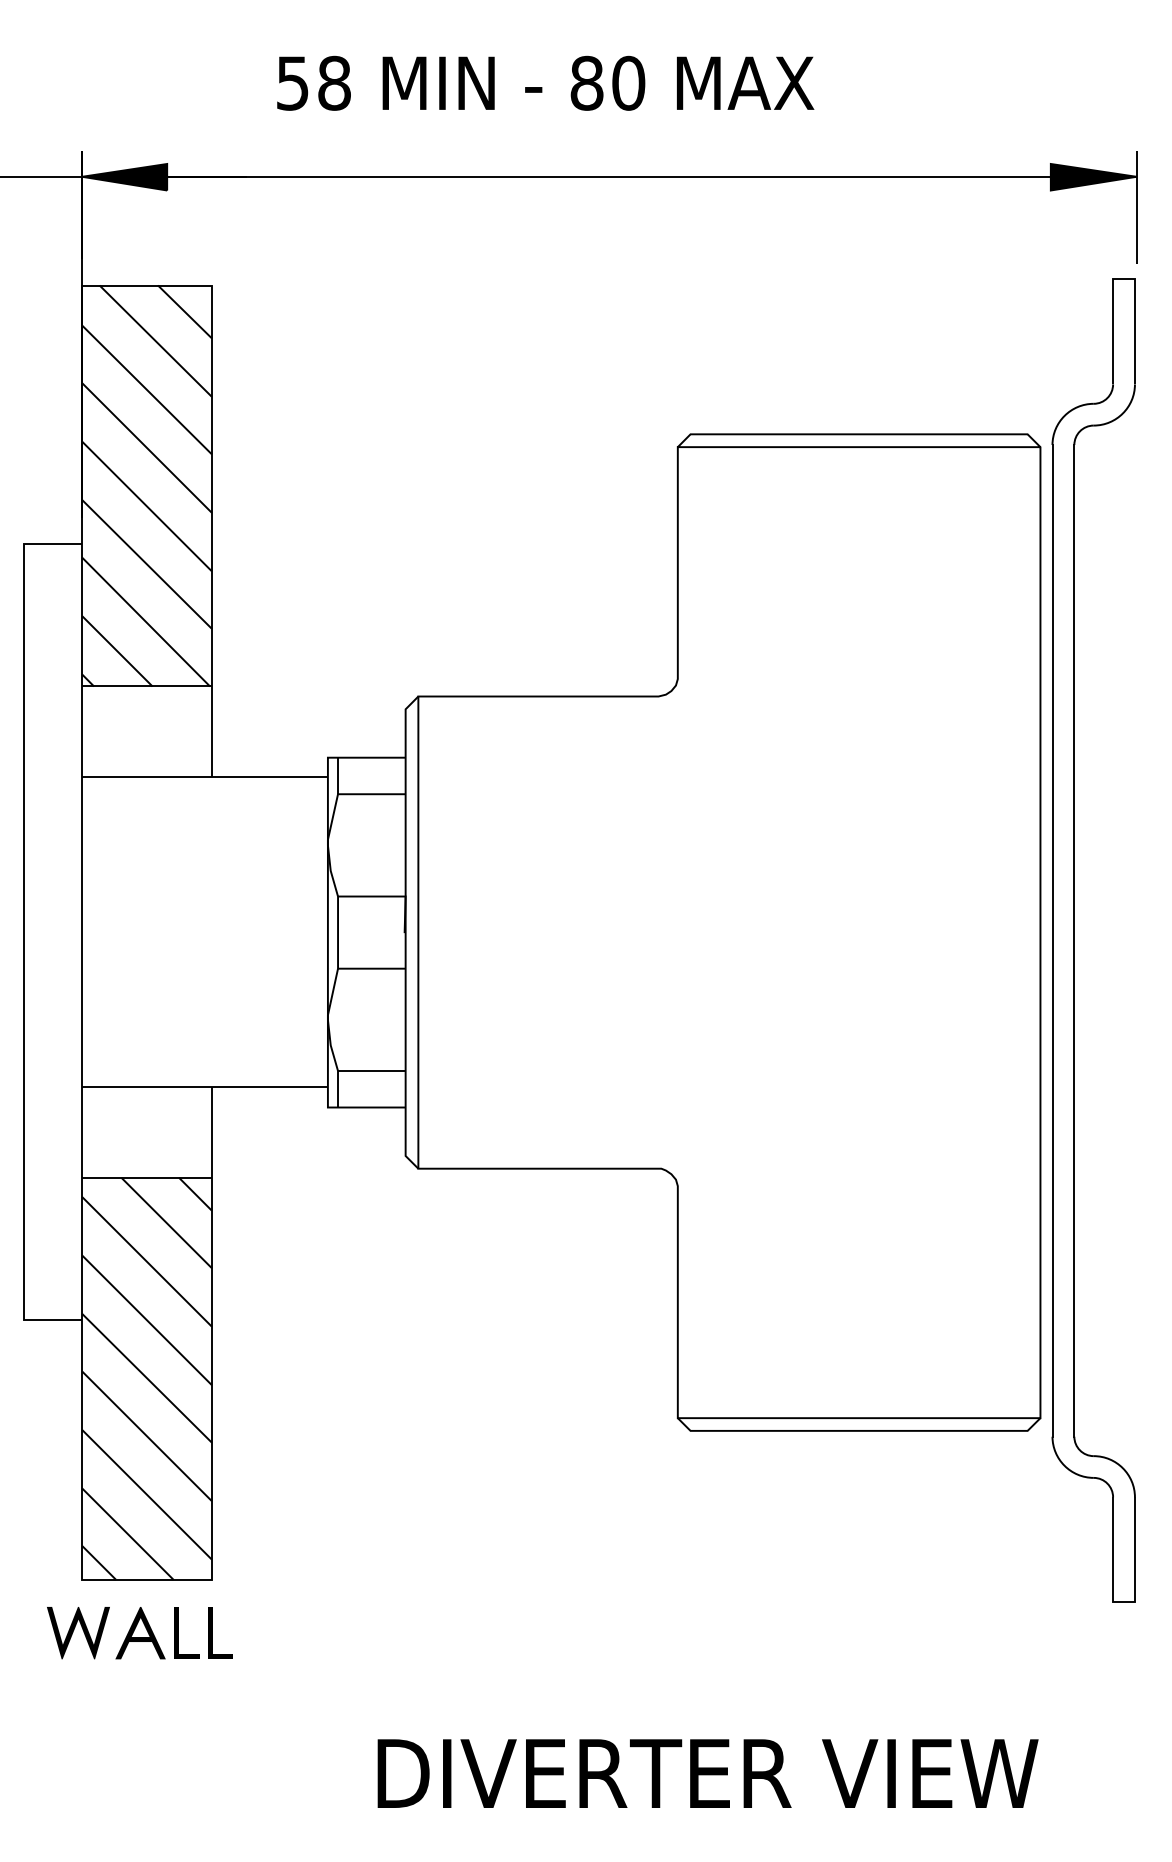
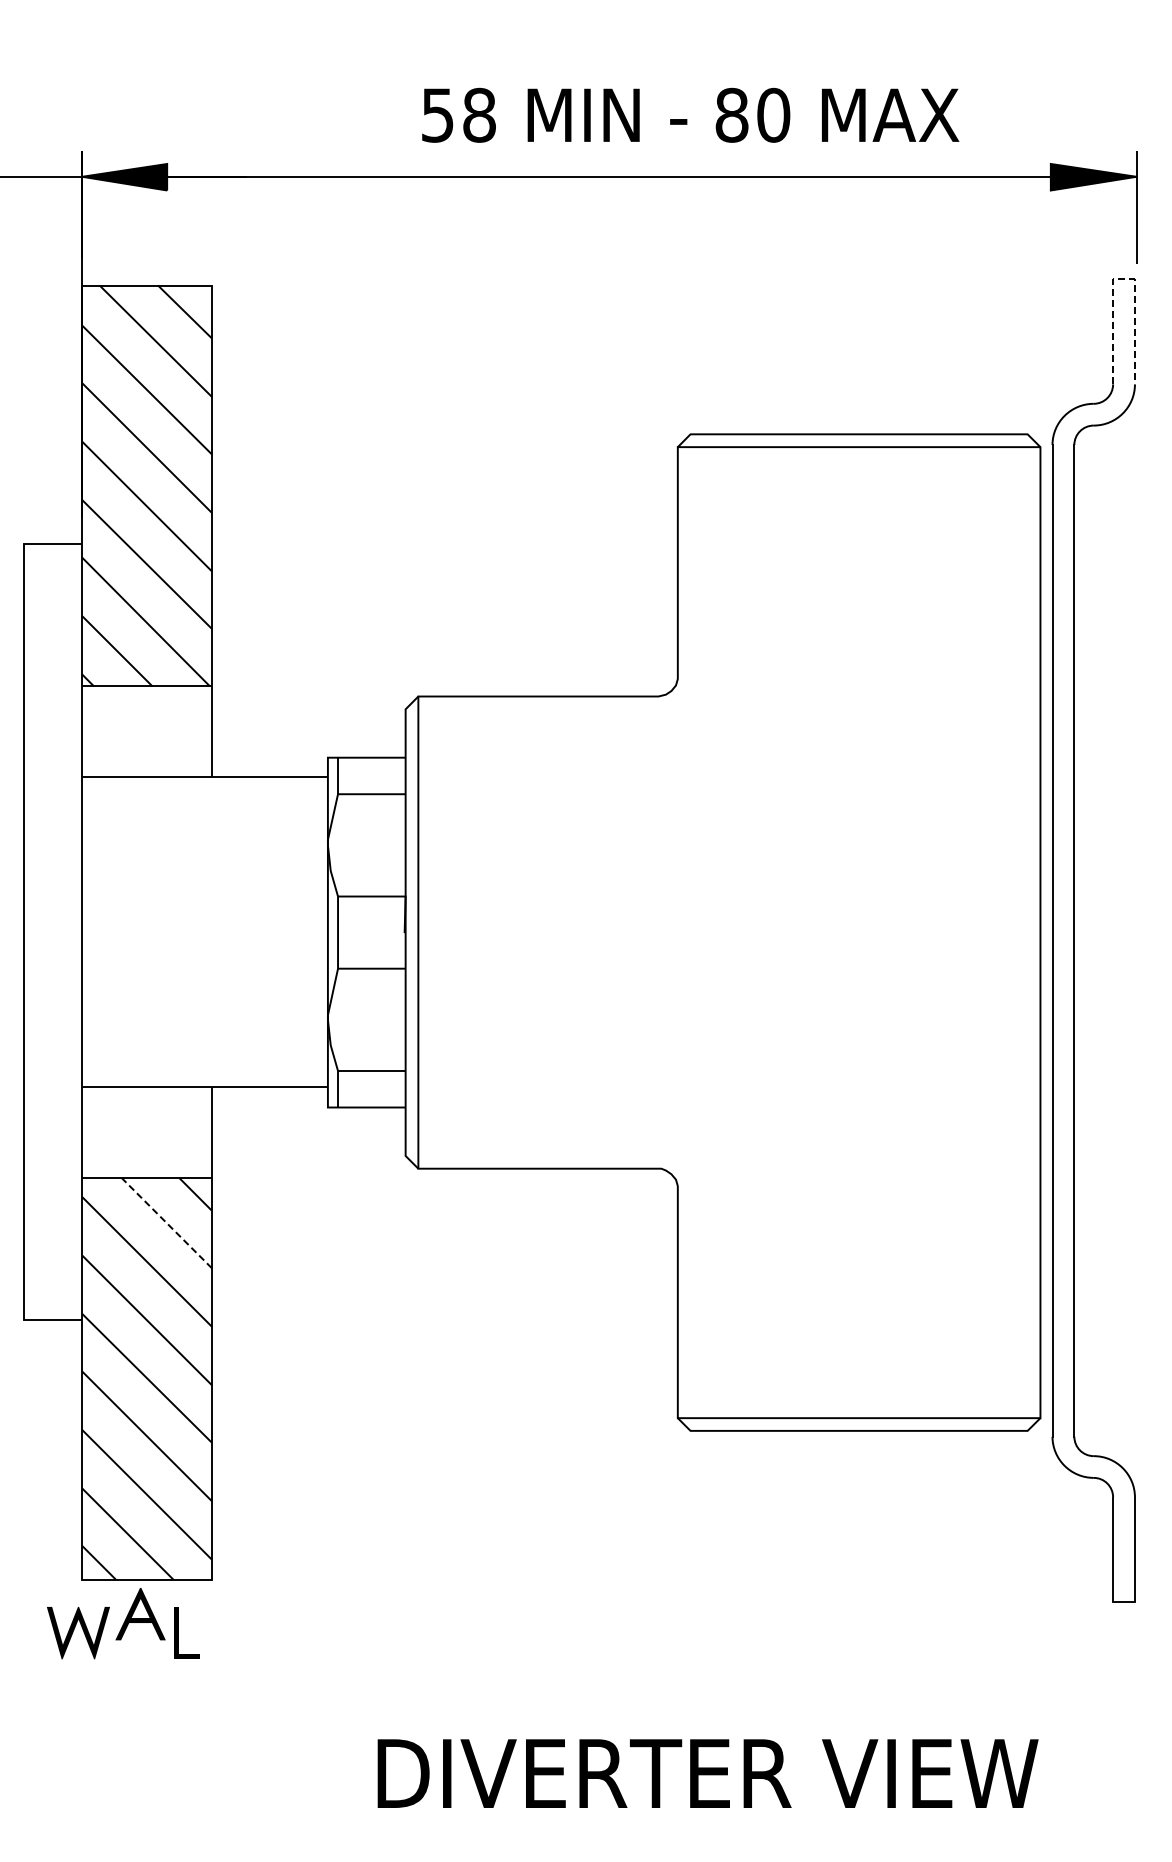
text at (545, 82) position: (545, 82) -> (690, 114)
line at (1124, 279): solid -> dashed
line at (166, 1223): solid -> dashed
part at (212, 1632): present -> none
part at (140, 1633) position: (140, 1633) -> (140, 1614)
